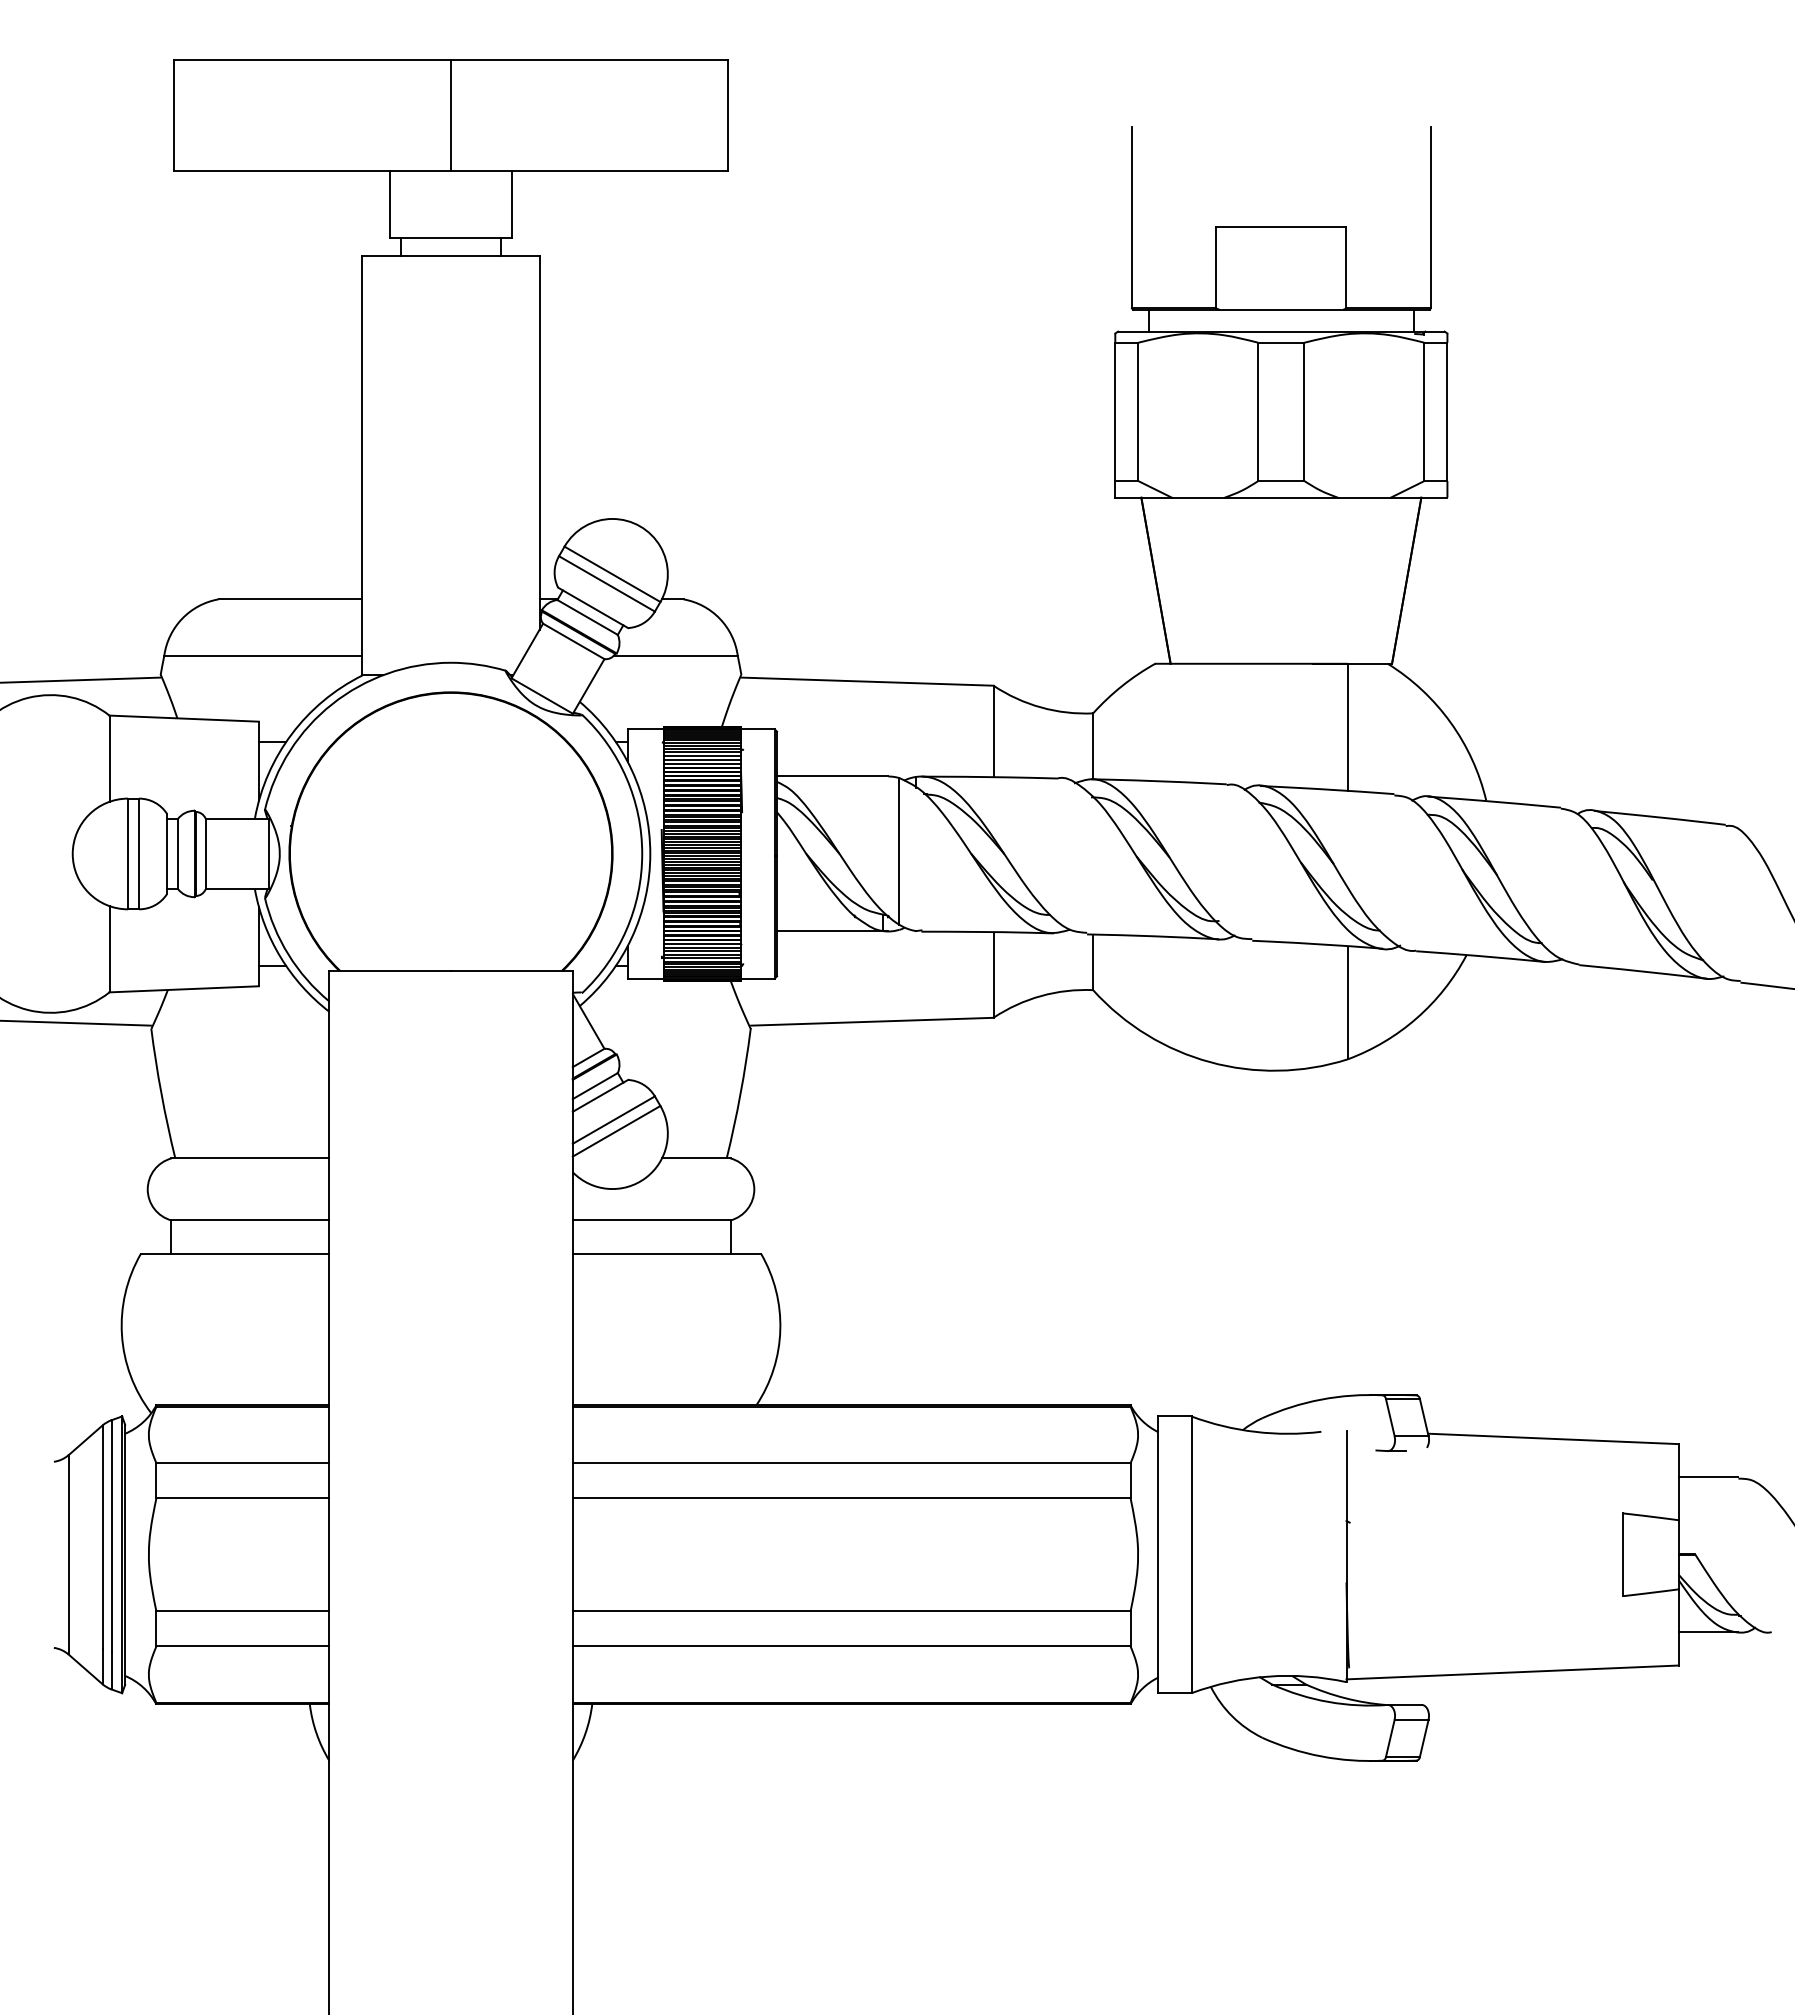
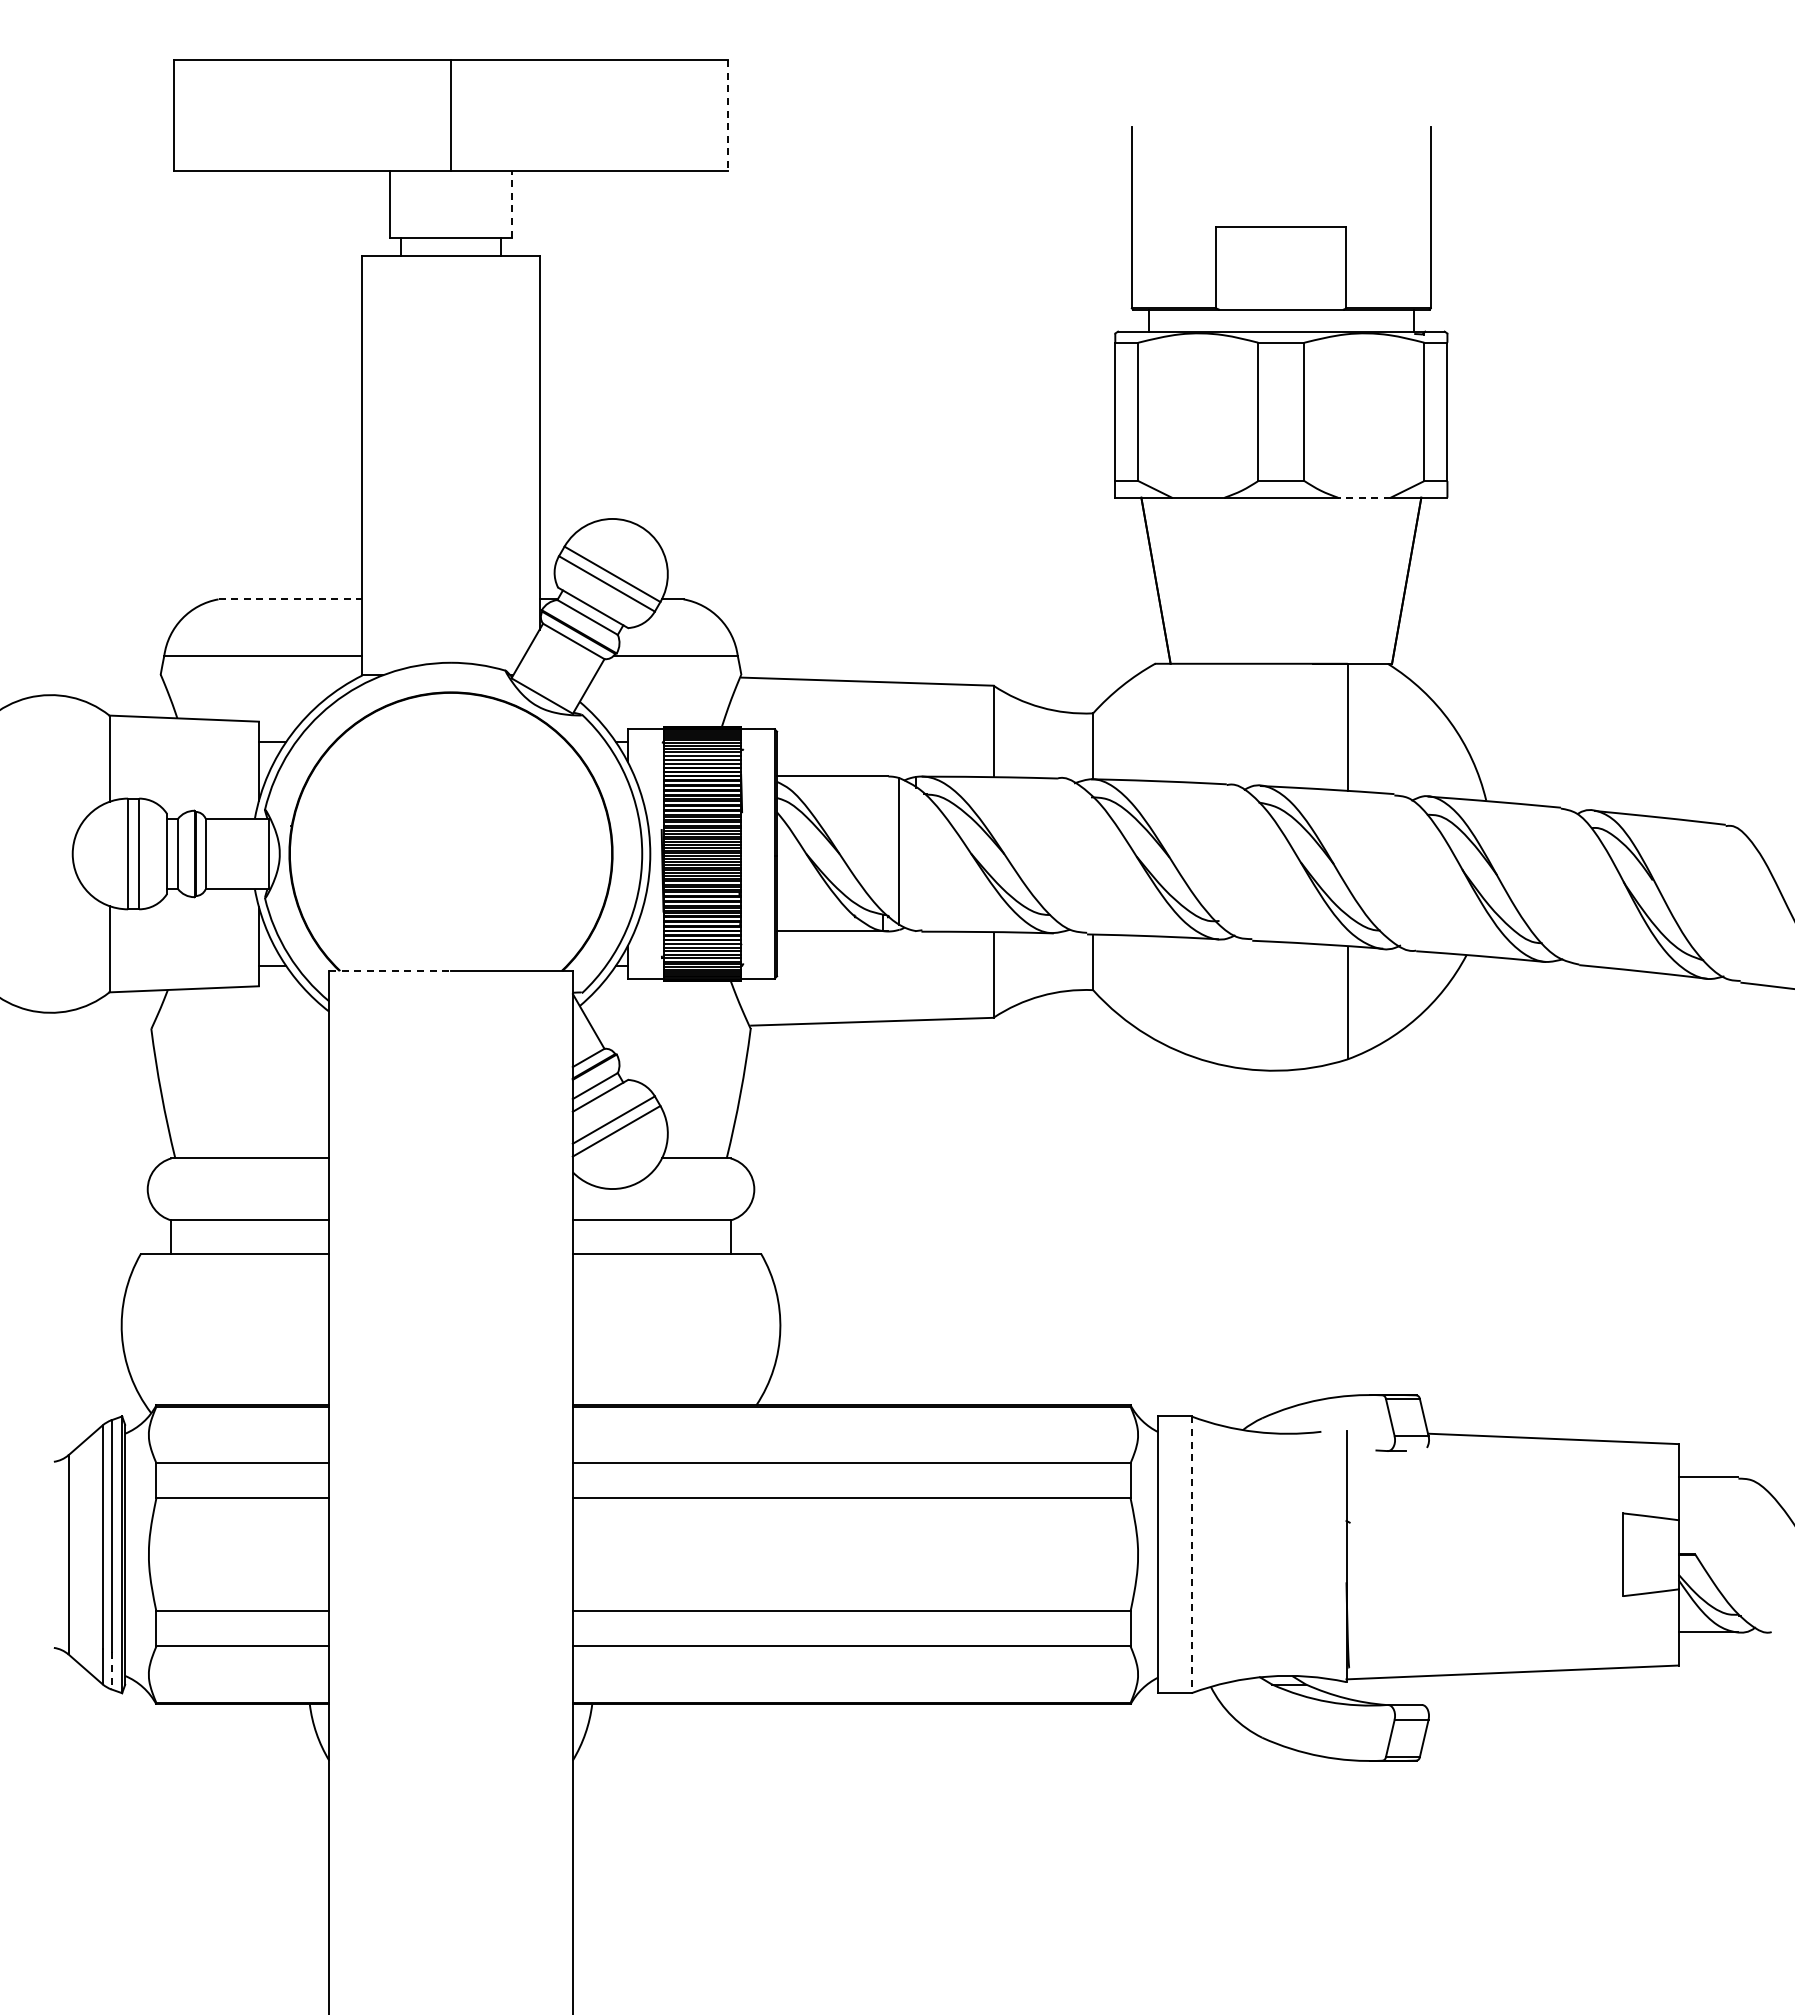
line at (727, 116): solid -> dashed
line at (511, 203): solid -> dashed
line at (1363, 497): solid -> dashed
line at (290, 599): solid -> dashed
line at (81, 679): present -> none
line at (390, 971): solid -> dashed
line at (76, 1022): present -> none
line at (1191, 1555): solid -> dashed
line at (111, 1671): solid -> dashed
